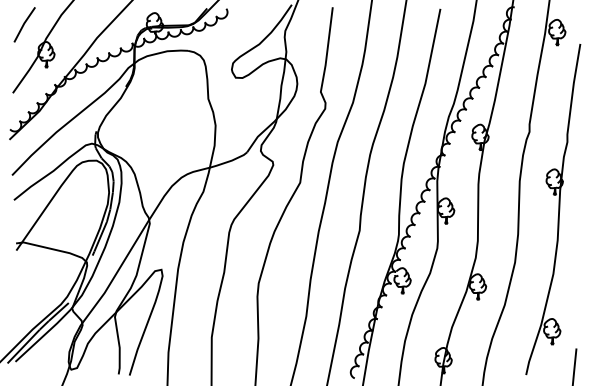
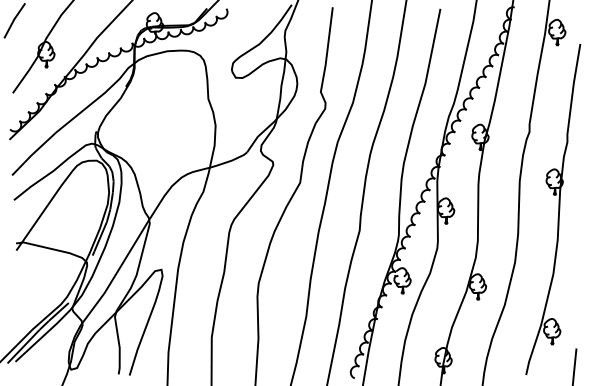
line at (24, 24) position: (24, 24) -> (14, 20)
